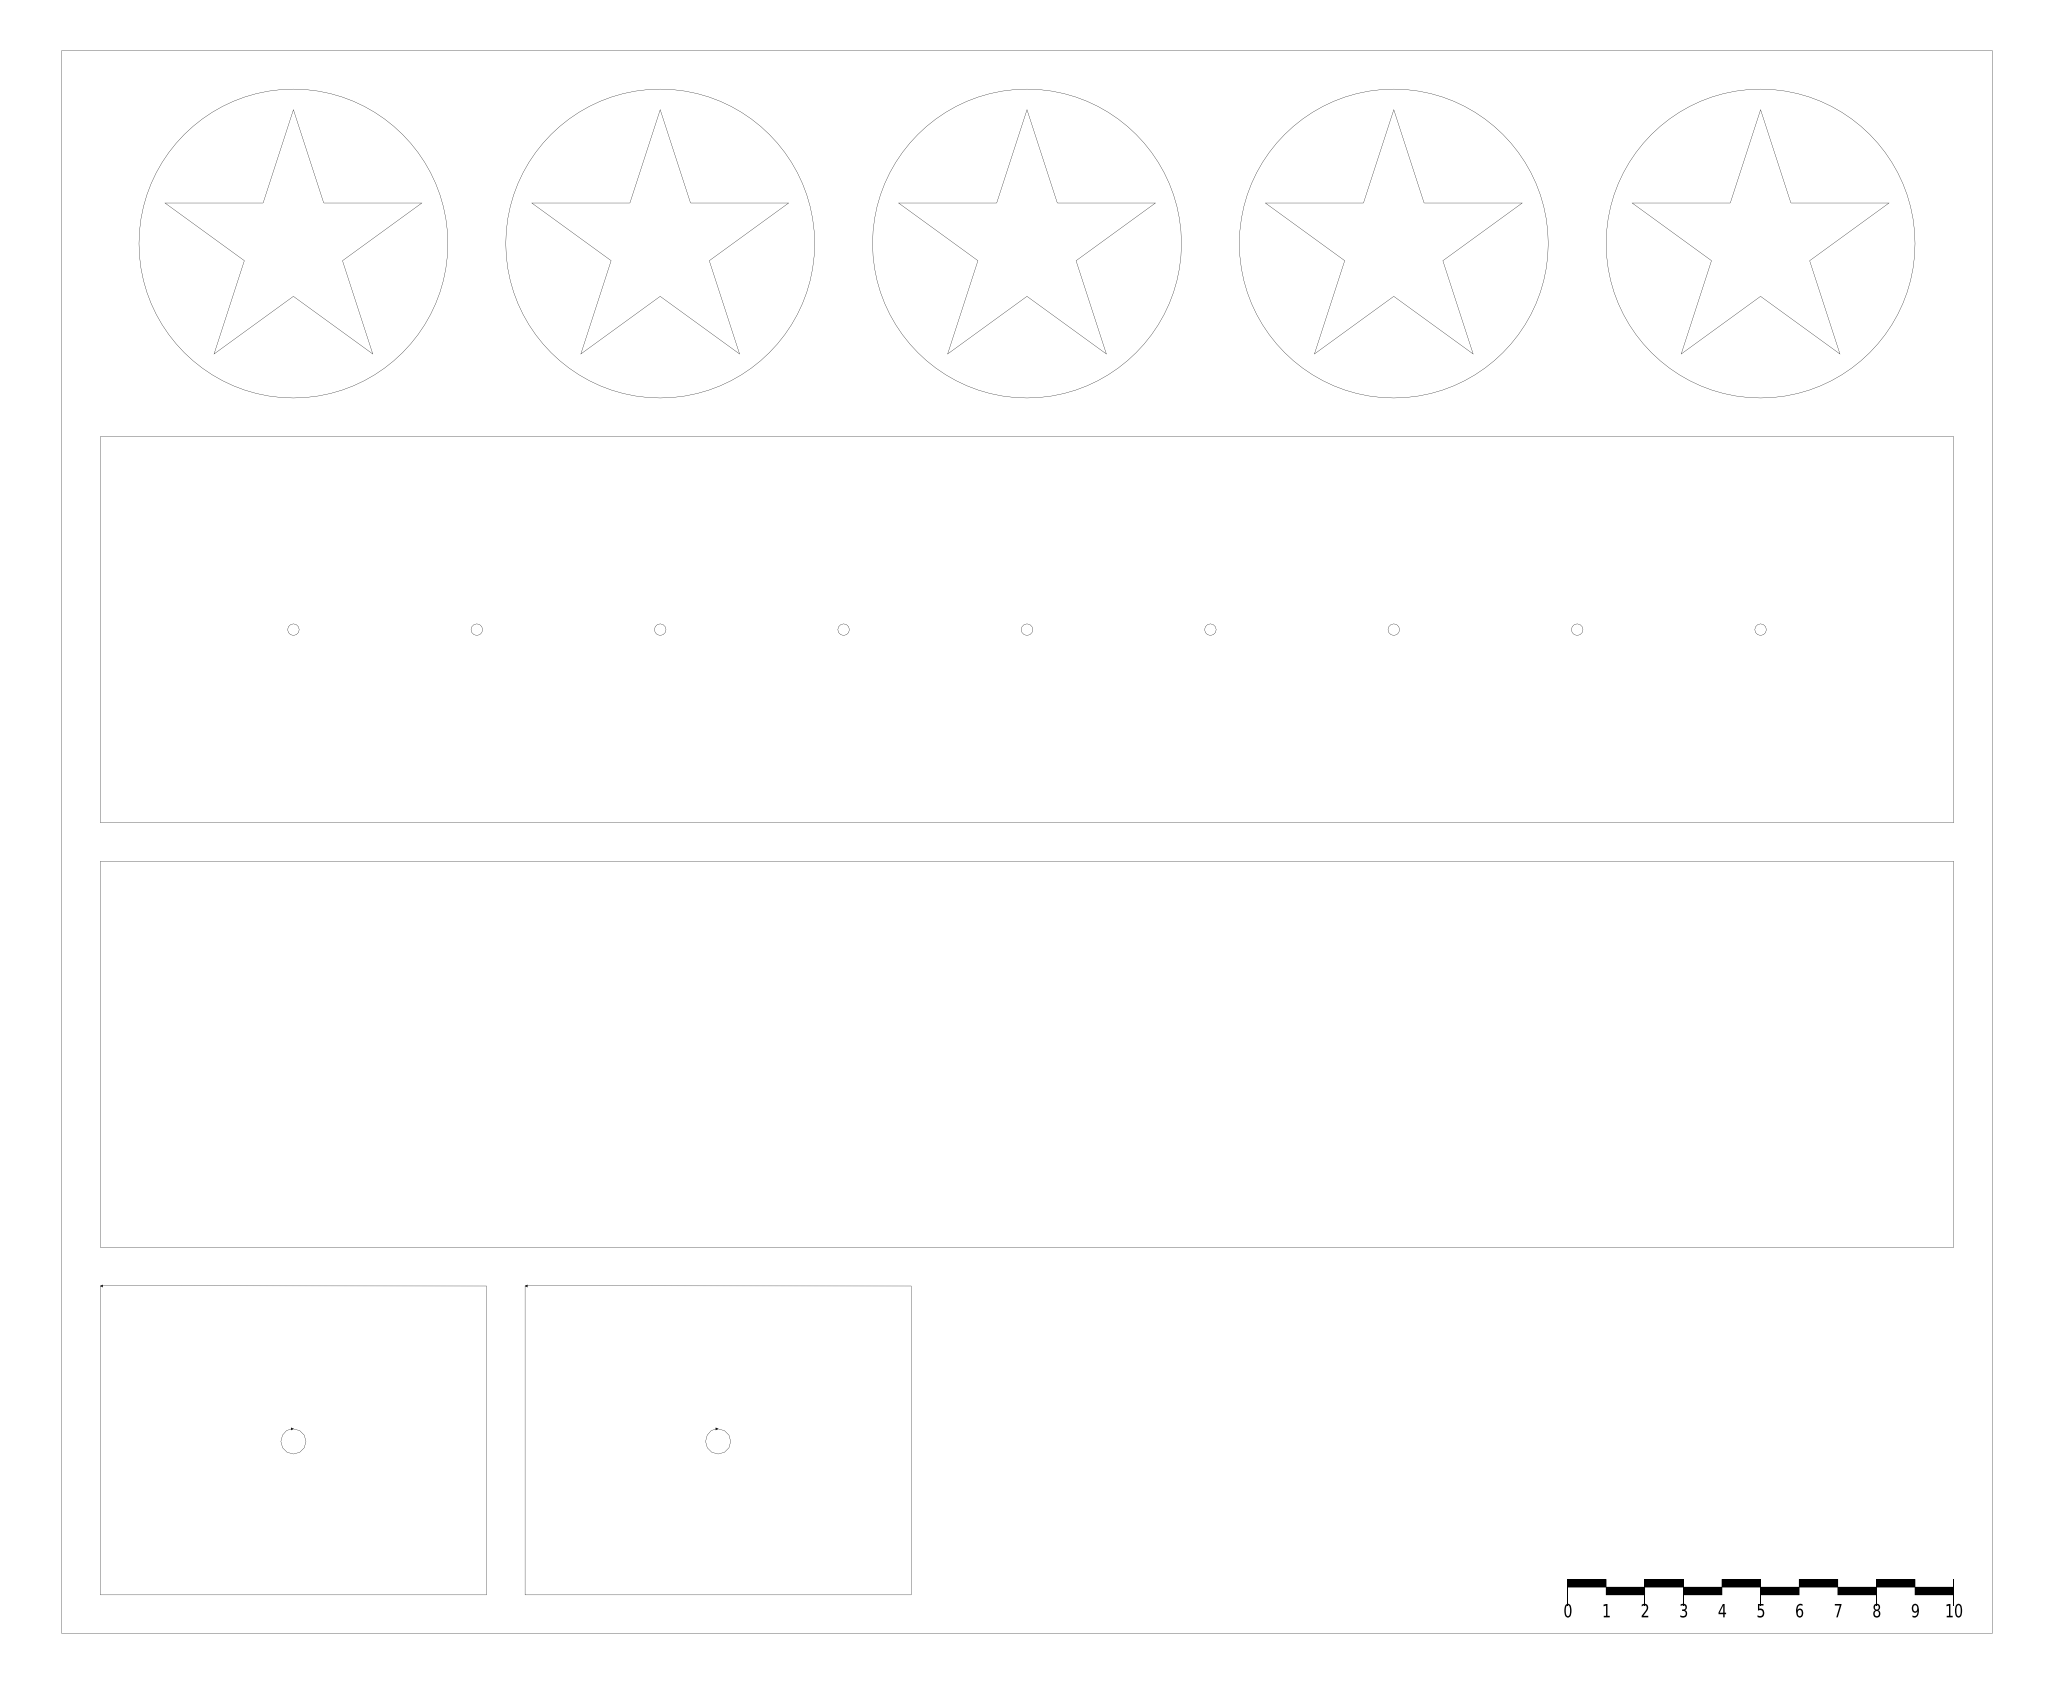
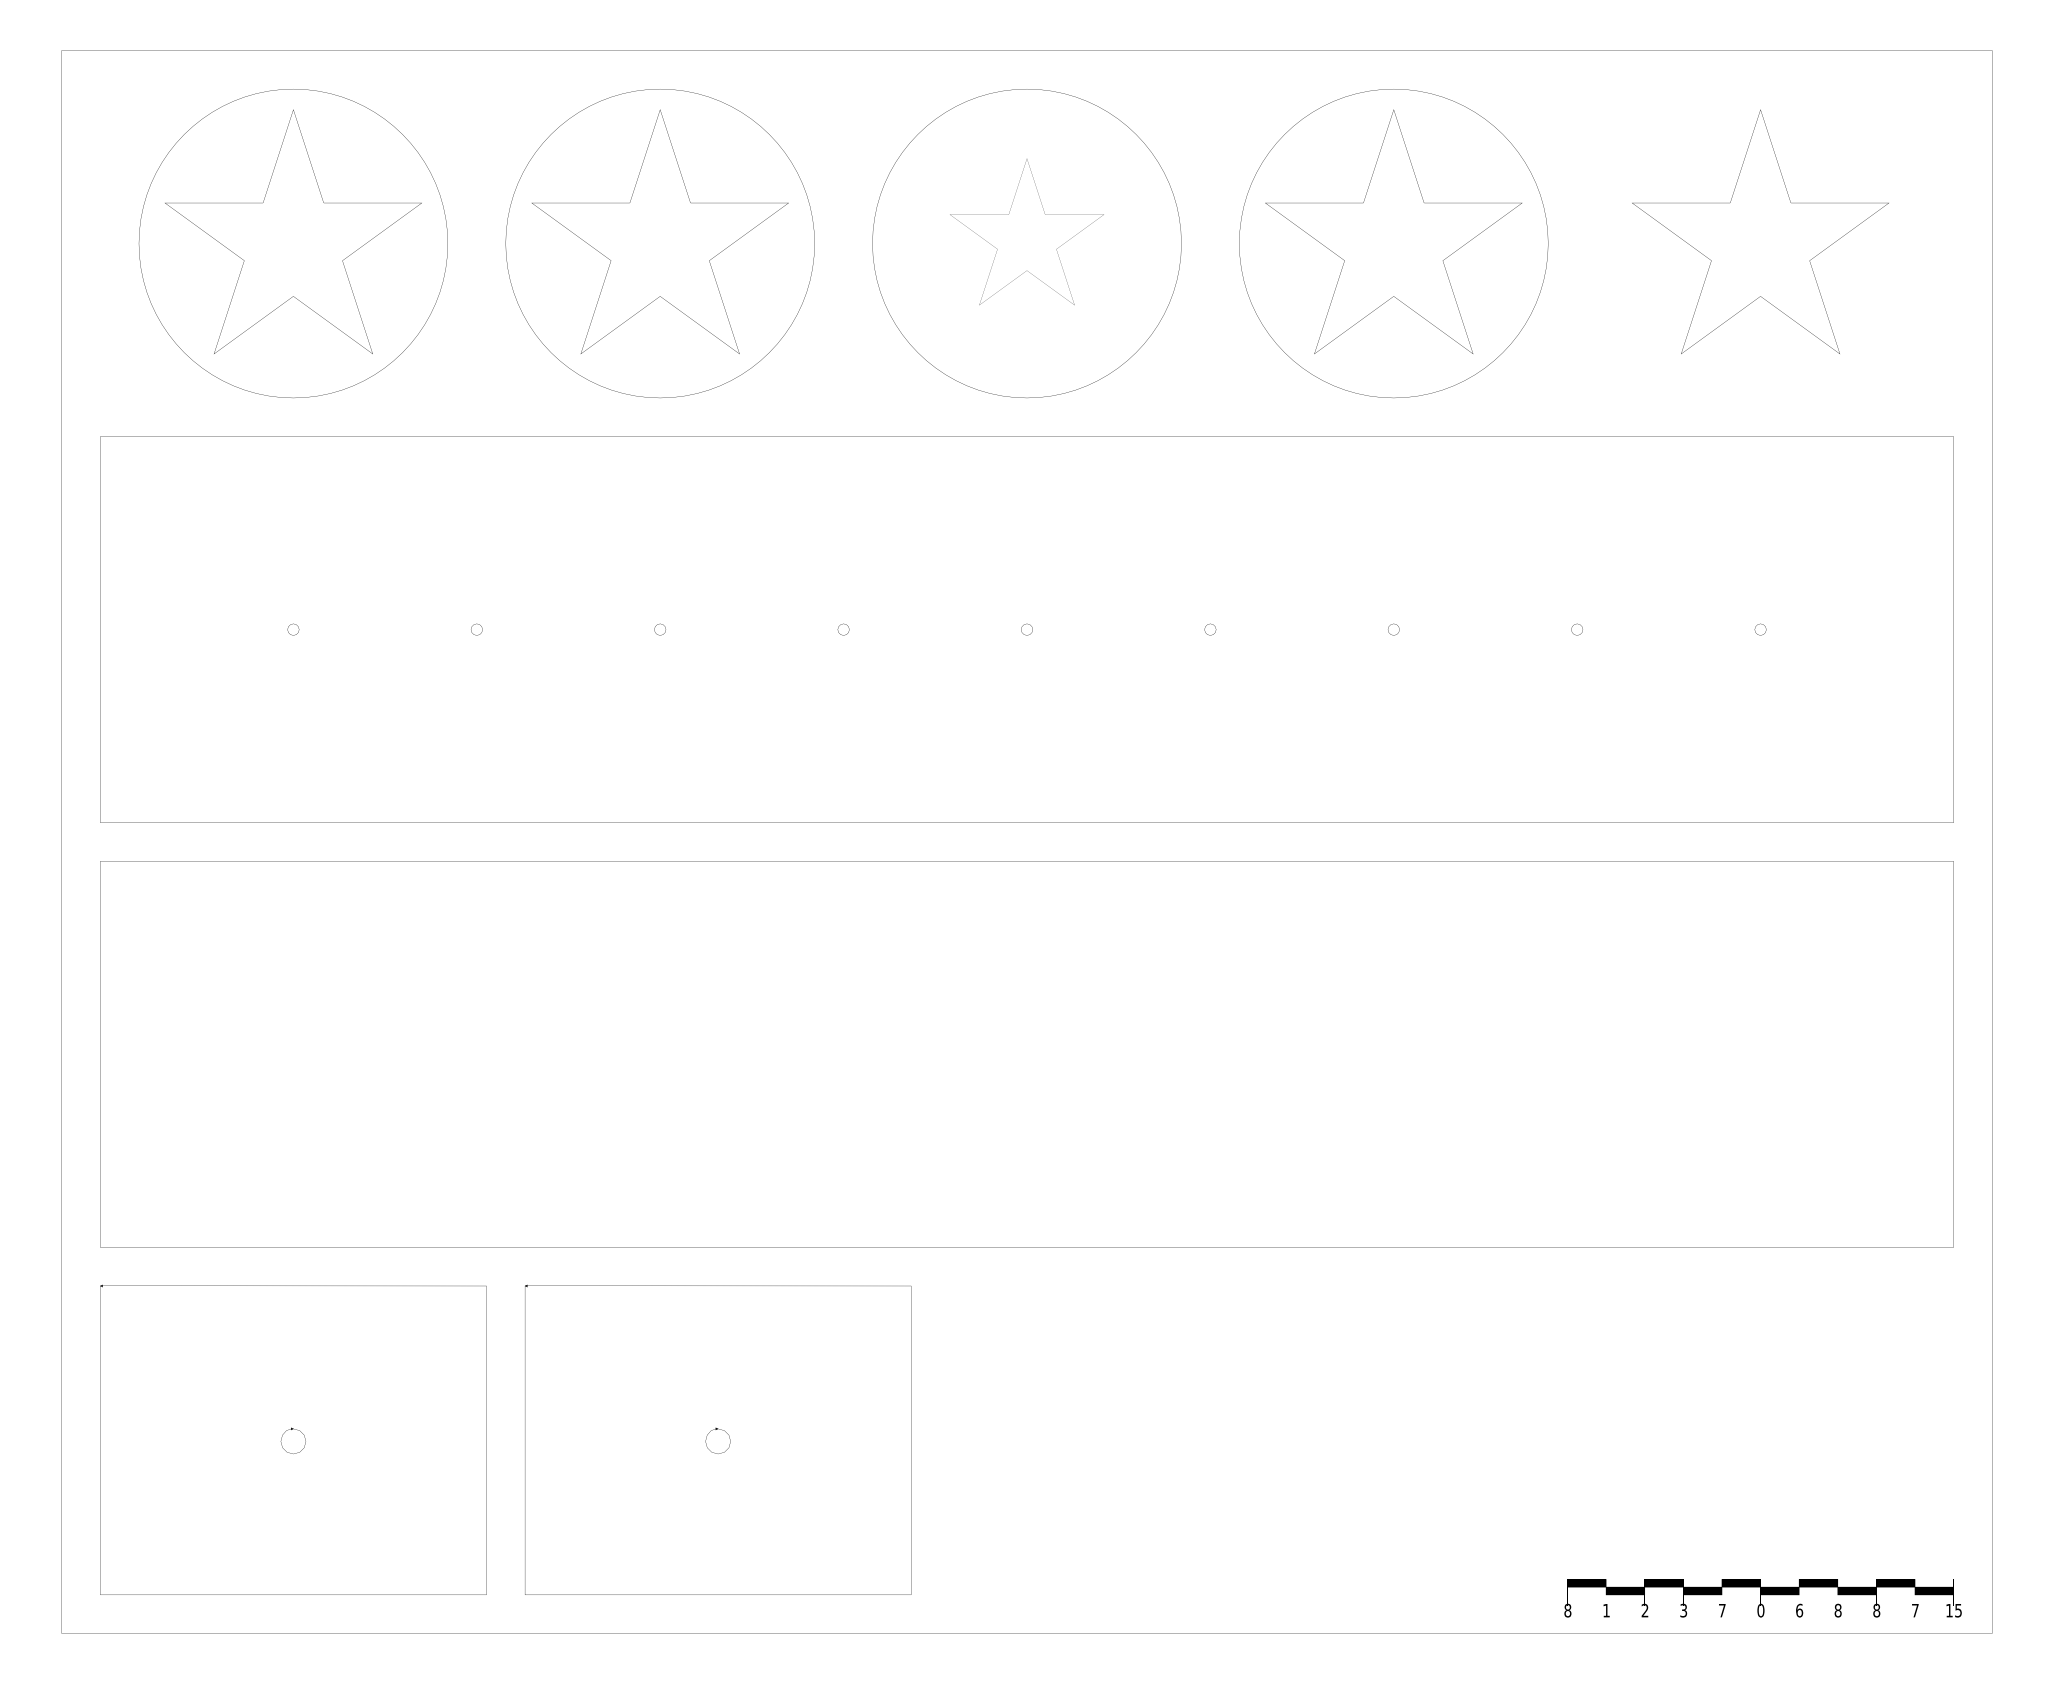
part at (1026, 231) size: 258x244 px -> 154x146 px
part at (1760, 243): present -> none
text at (1567, 1610): 0 -> 8
text at (1722, 1610): 4 -> 7
text at (1760, 1610): 5 -> 0
text at (1837, 1610): 7 -> 8
text at (1914, 1610): 9 -> 7
text at (1958, 1610): 10 -> 15
